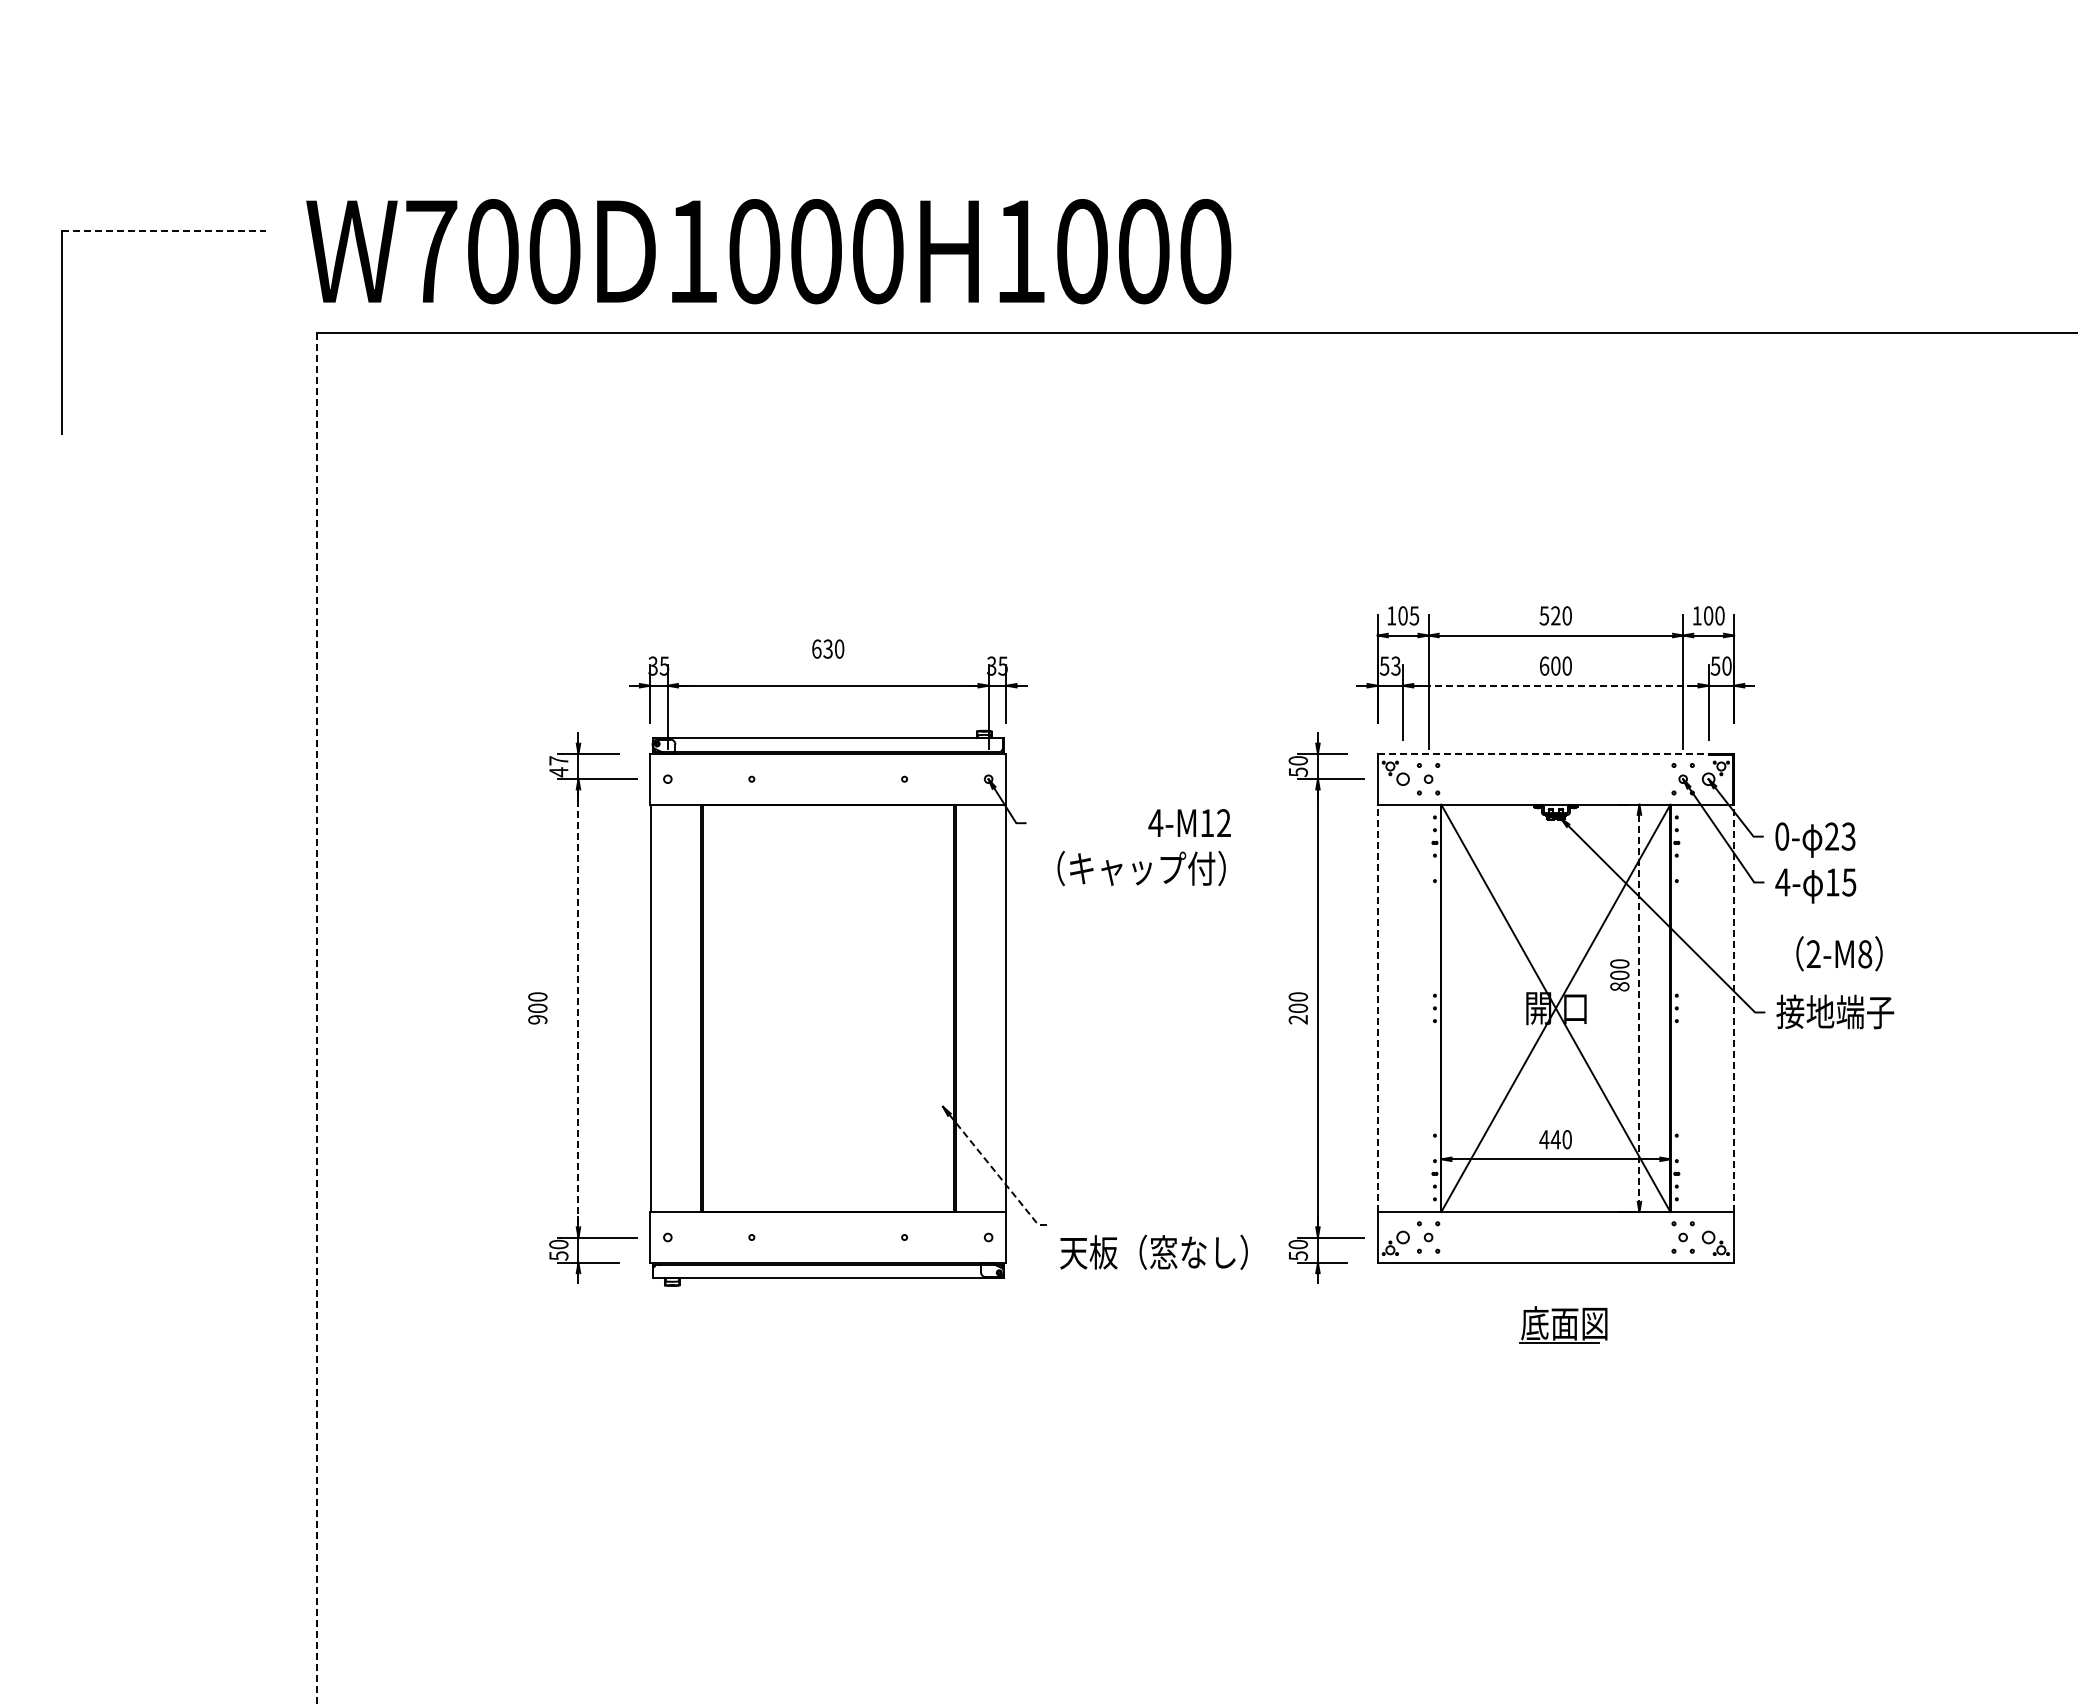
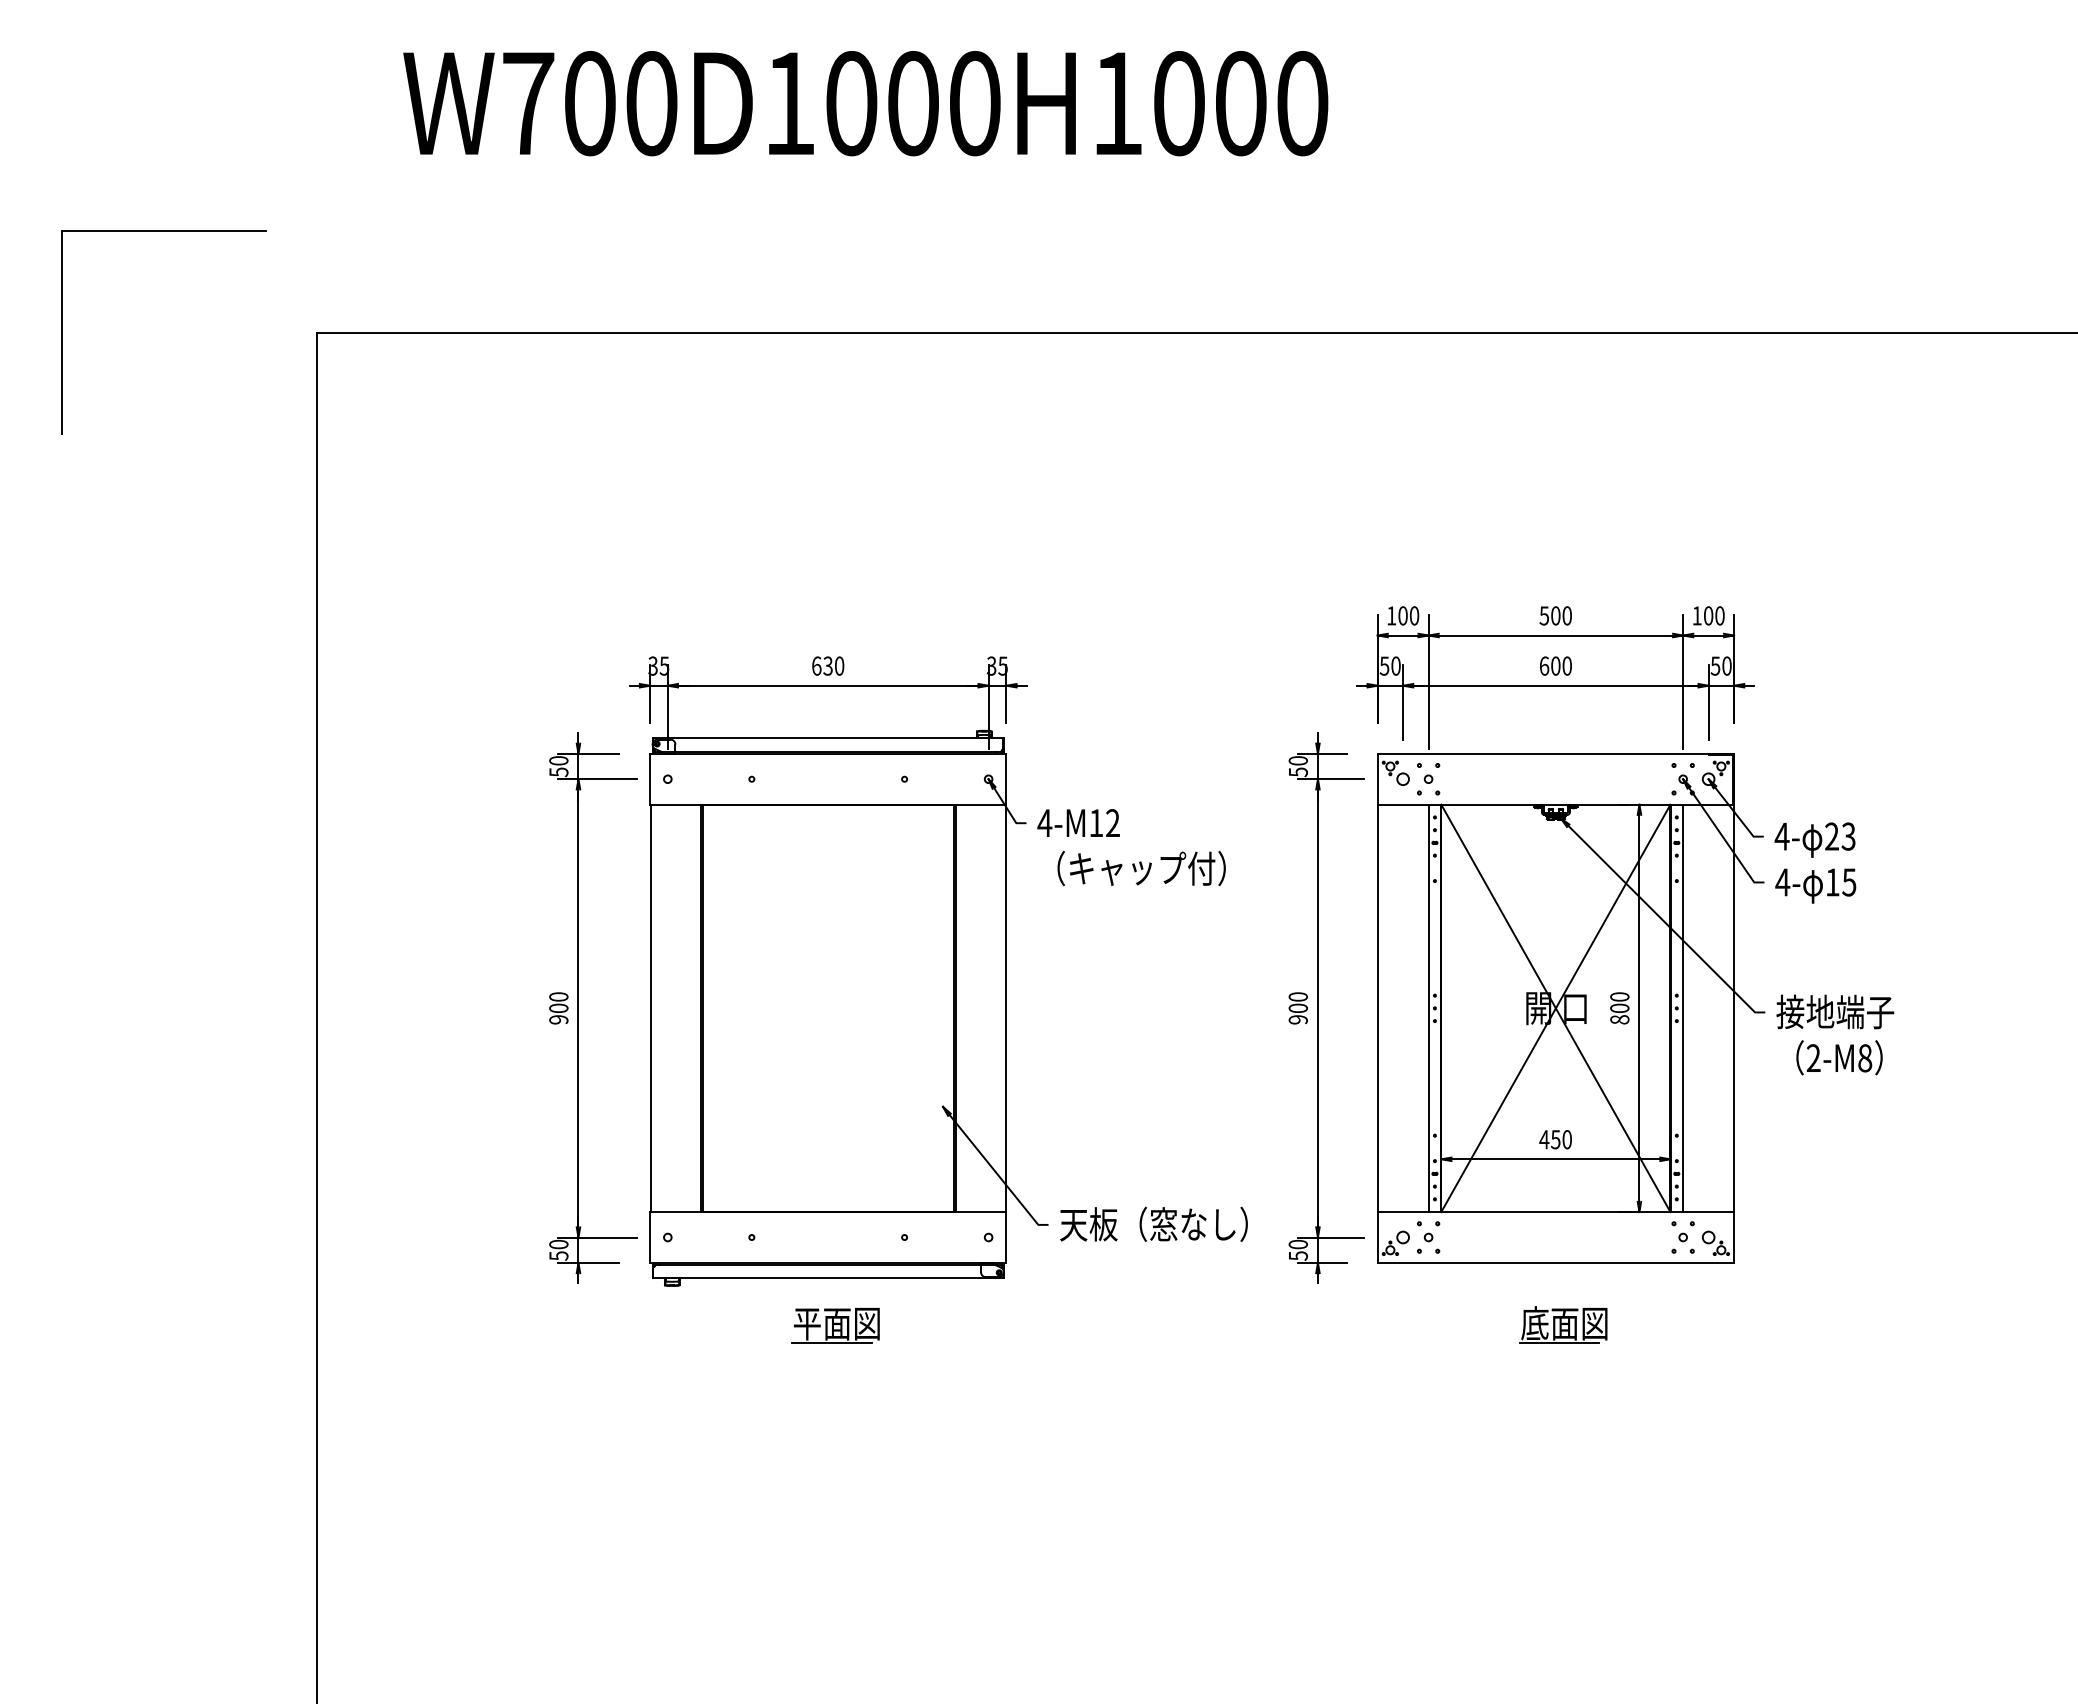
line at (164, 230): dashed -> solid
text at (768, 251) position: (768, 251) -> (865, 103)
text at (1414, 615): 105 -> 100
text at (1555, 615): 520 -> 500
text at (828, 648) position: (828, 648) -> (828, 665)
text at (1395, 665): 53 -> 50
line at (1555, 685): dashed -> solid
line at (1556, 753): dashed -> solid
text at (558, 766): 47 -> 50
text at (1189, 822) position: (1189, 822) -> (1078, 822)
text at (1781, 836): 0- -> 4-
text at (1839, 953) position: (1839, 953) -> (1839, 1057)
text at (1619, 975) position: (1619, 975) -> (1619, 1008)
text at (537, 1008) position: (537, 1008) -> (558, 1008)
line at (578, 1008): dashed -> solid
line at (1378, 1008): dashed -> solid
line at (1428, 1008): none -> present
line at (1639, 1008): dashed -> solid
line at (1683, 1008): none -> present
line at (1733, 1008): dashed -> solid
line at (316, 1018): dashed -> solid
text at (1298, 1019): 200 -> 900
text at (1555, 1139): 440 -> 450
line at (997, 1174): dashed -> solid
text at (1153, 1251) position: (1153, 1251) -> (1153, 1223)
part at (835, 1325): none -> present
